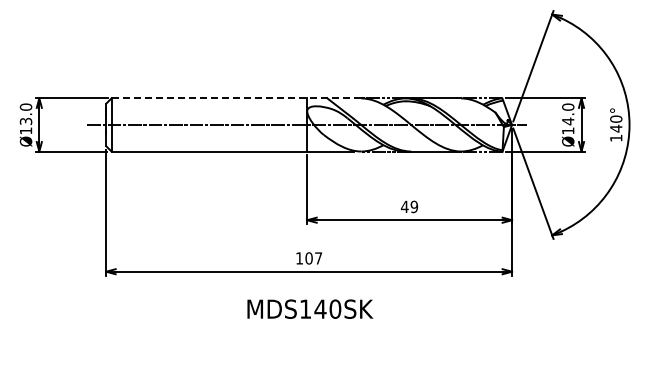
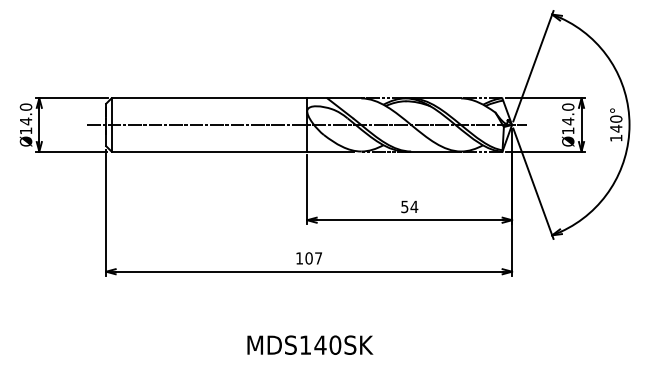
line at (236, 98): dashed -> solid
text at (25, 121): Ø13.0 -> Ø14.0
text at (409, 206): 49 -> 54
text at (310, 308) position: (310, 308) -> (310, 344)
